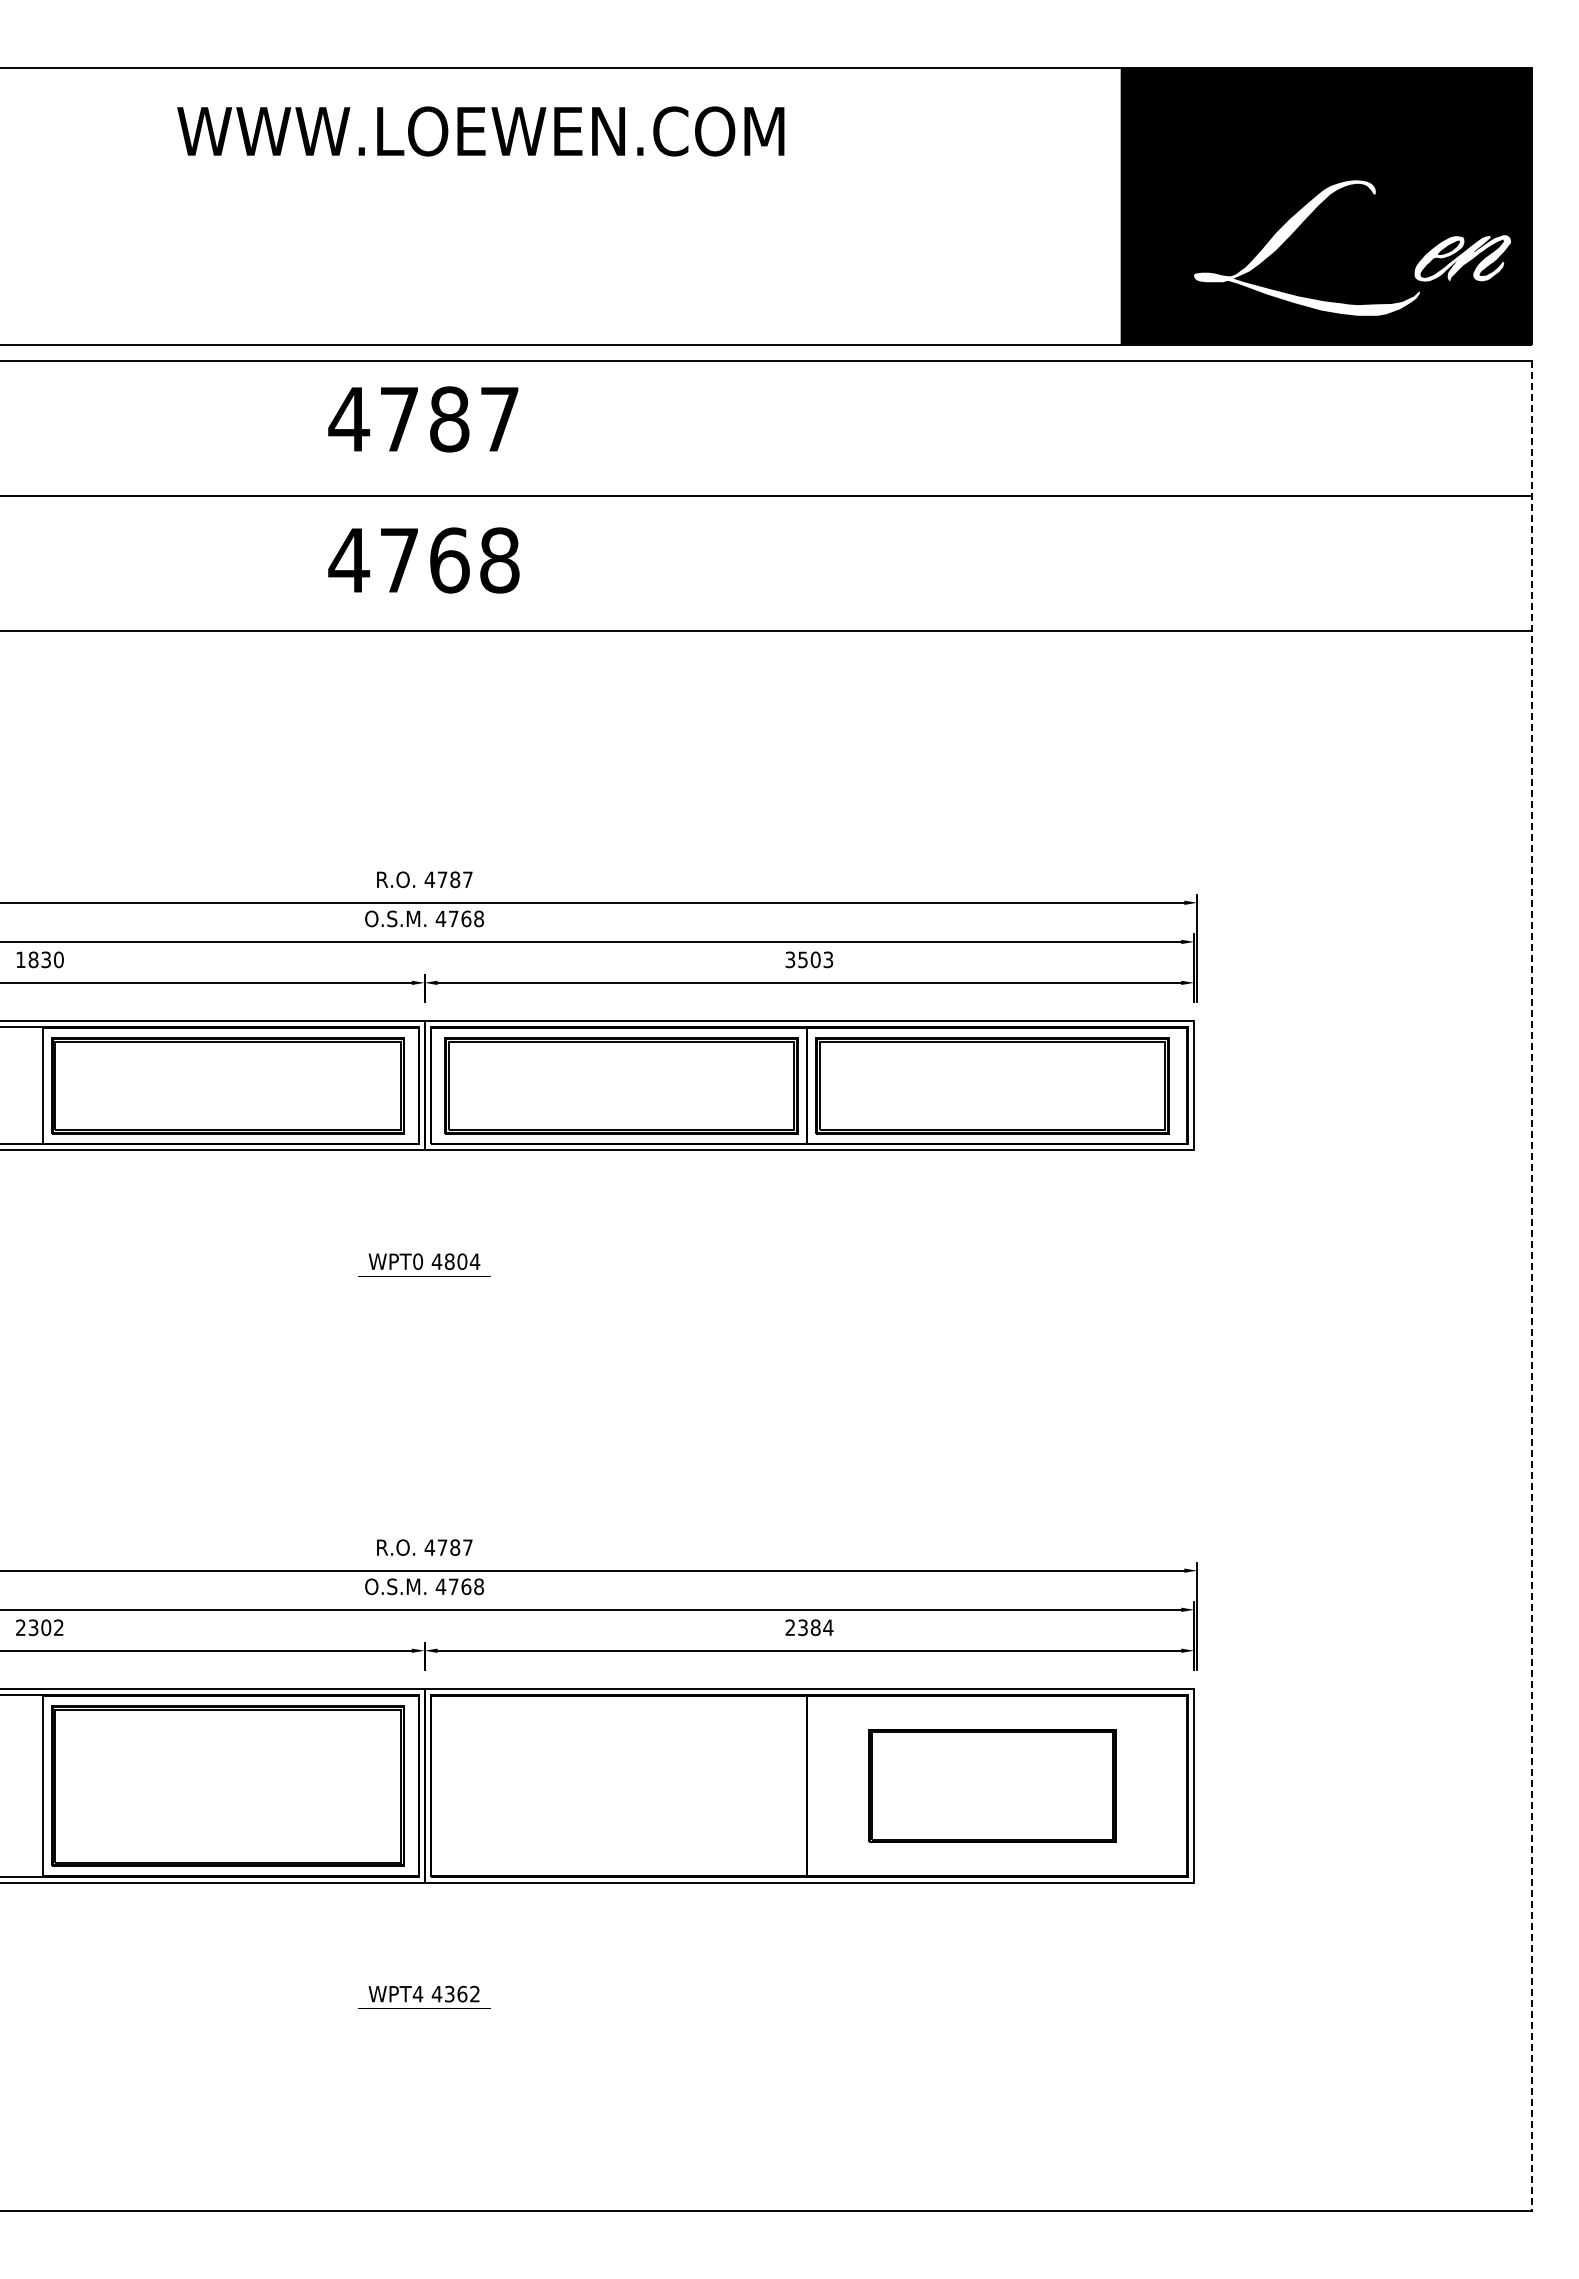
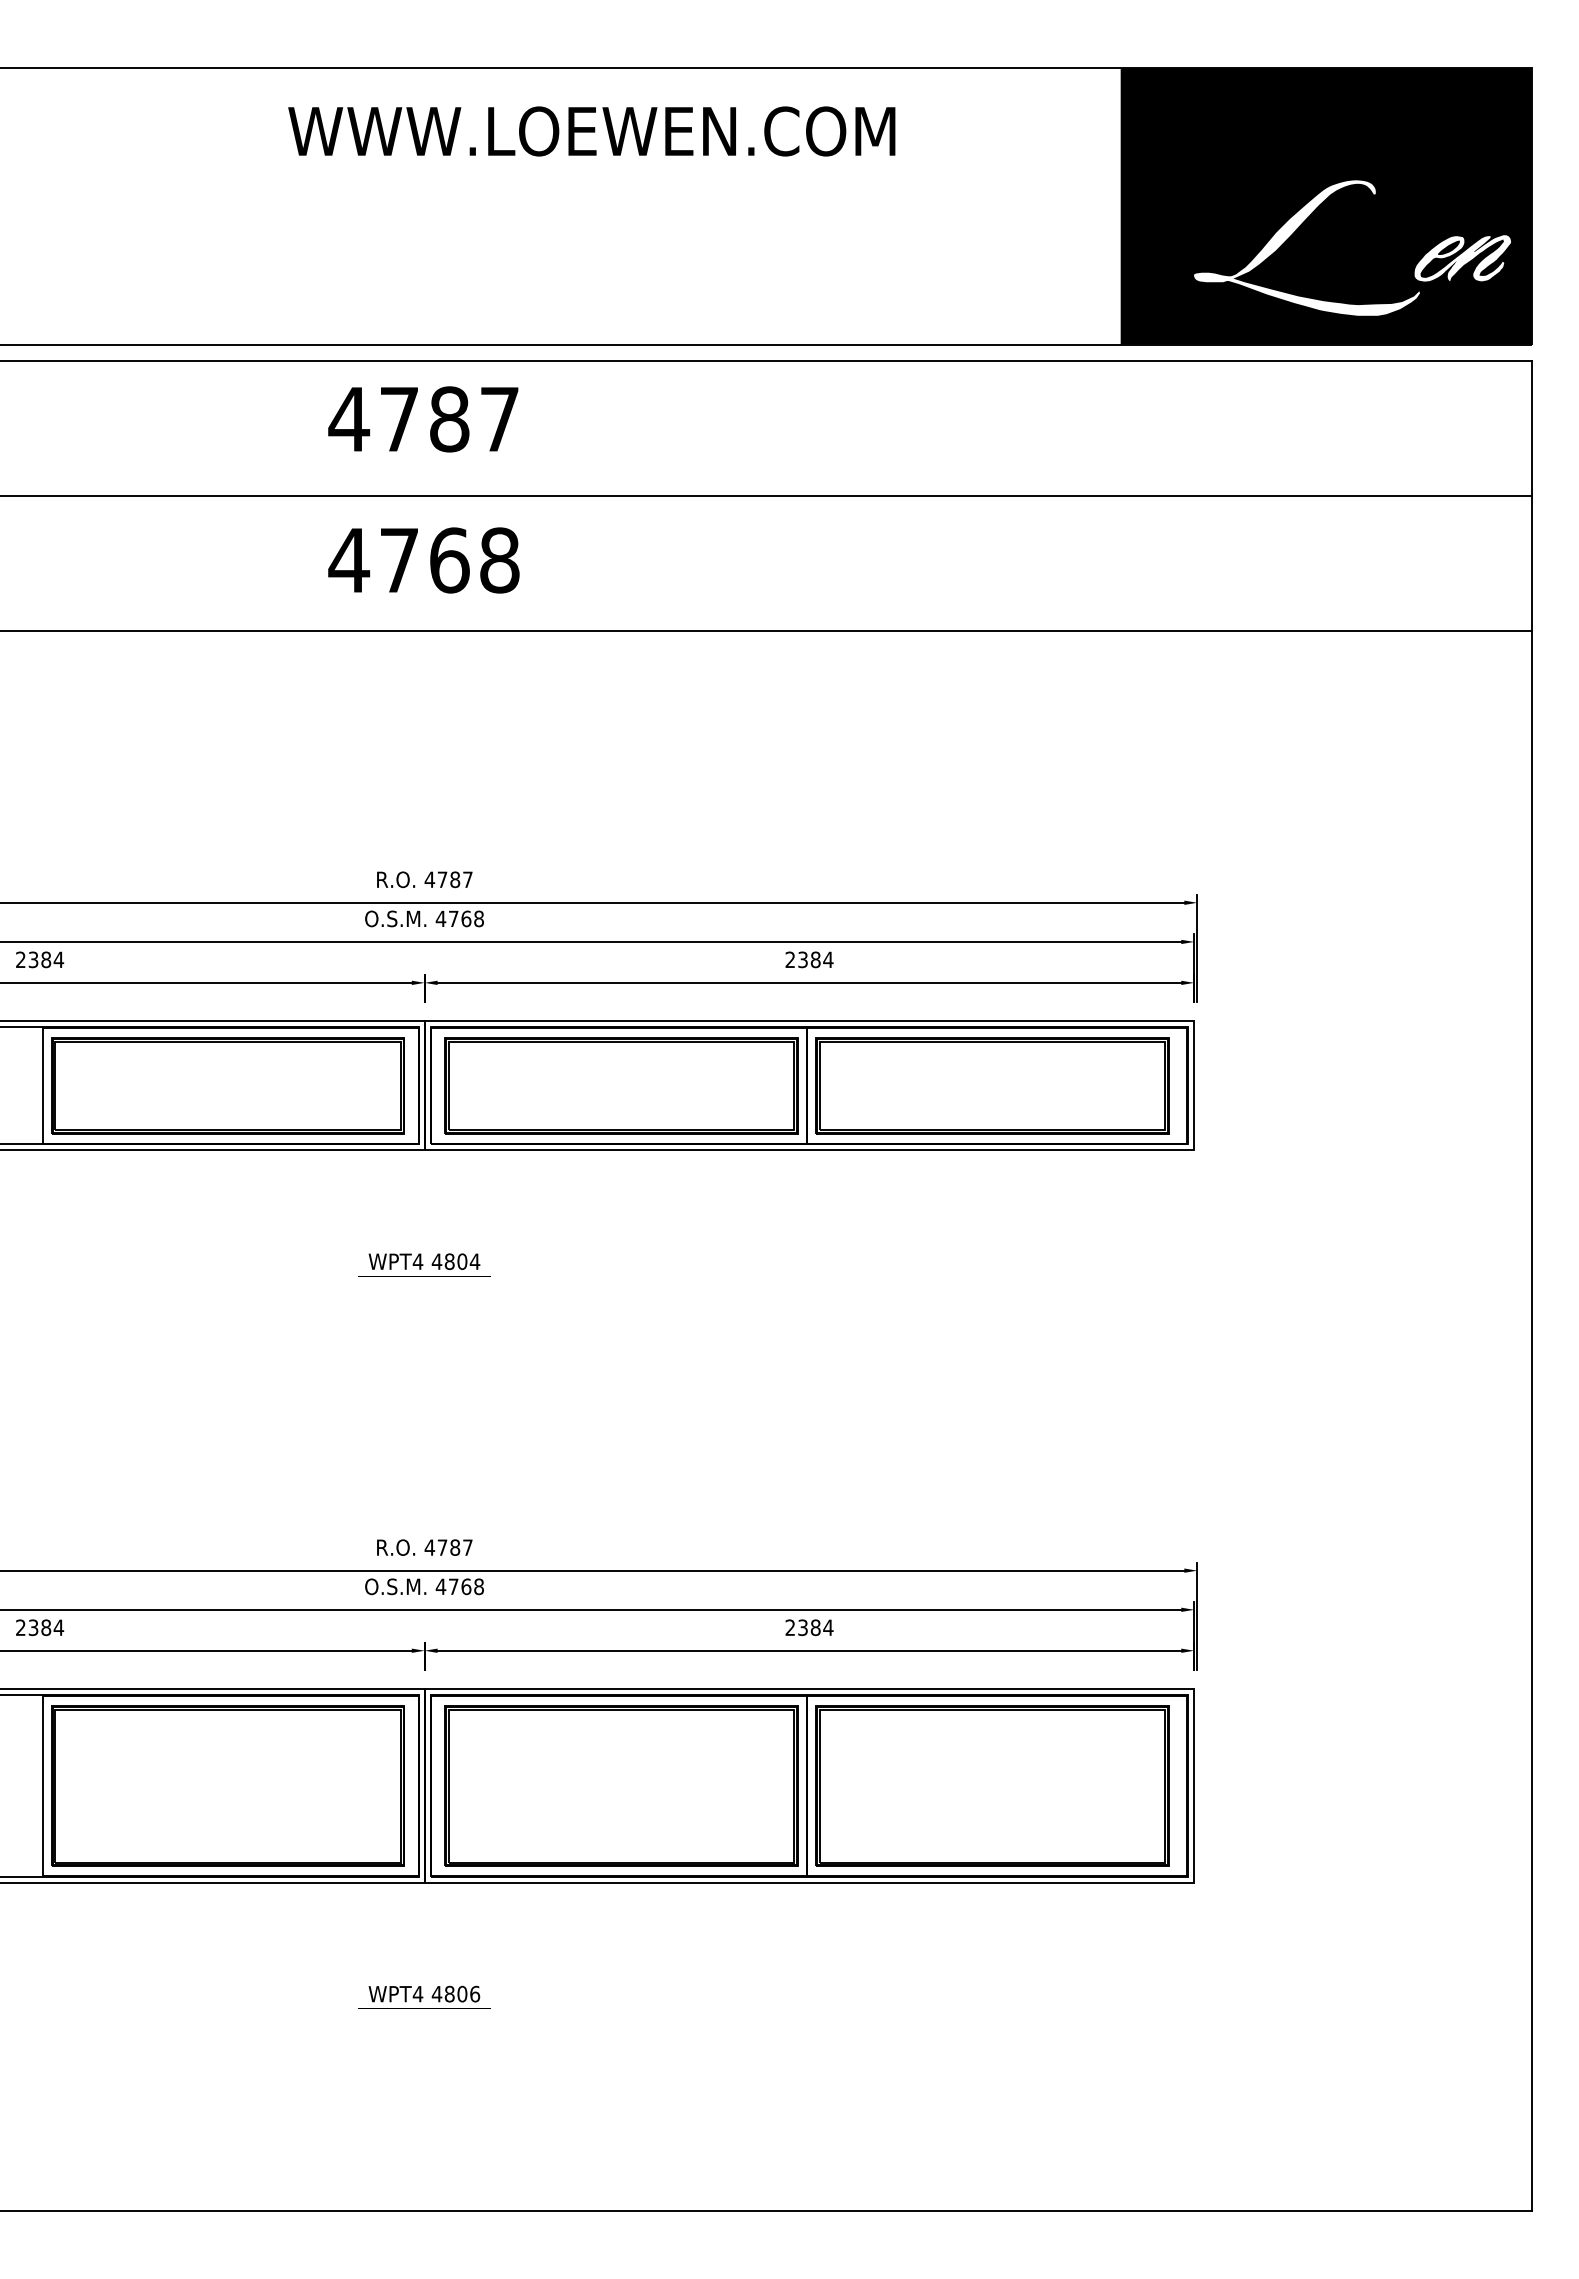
text at (480, 131) position: (480, 131) -> (591, 131)
text at (40, 959): 1830 -> 2384
text at (809, 959): 3503 -> 2384
text at (417, 1261): WPT0 -> WPT4
line at (1531, 1285): dashed -> solid
text at (52, 1627): 2302 -> 2384
part at (621, 1785): none -> present
part at (992, 1785) size: 249x114 px -> 355x162 px
text at (462, 1993): 4362 -> 4806
